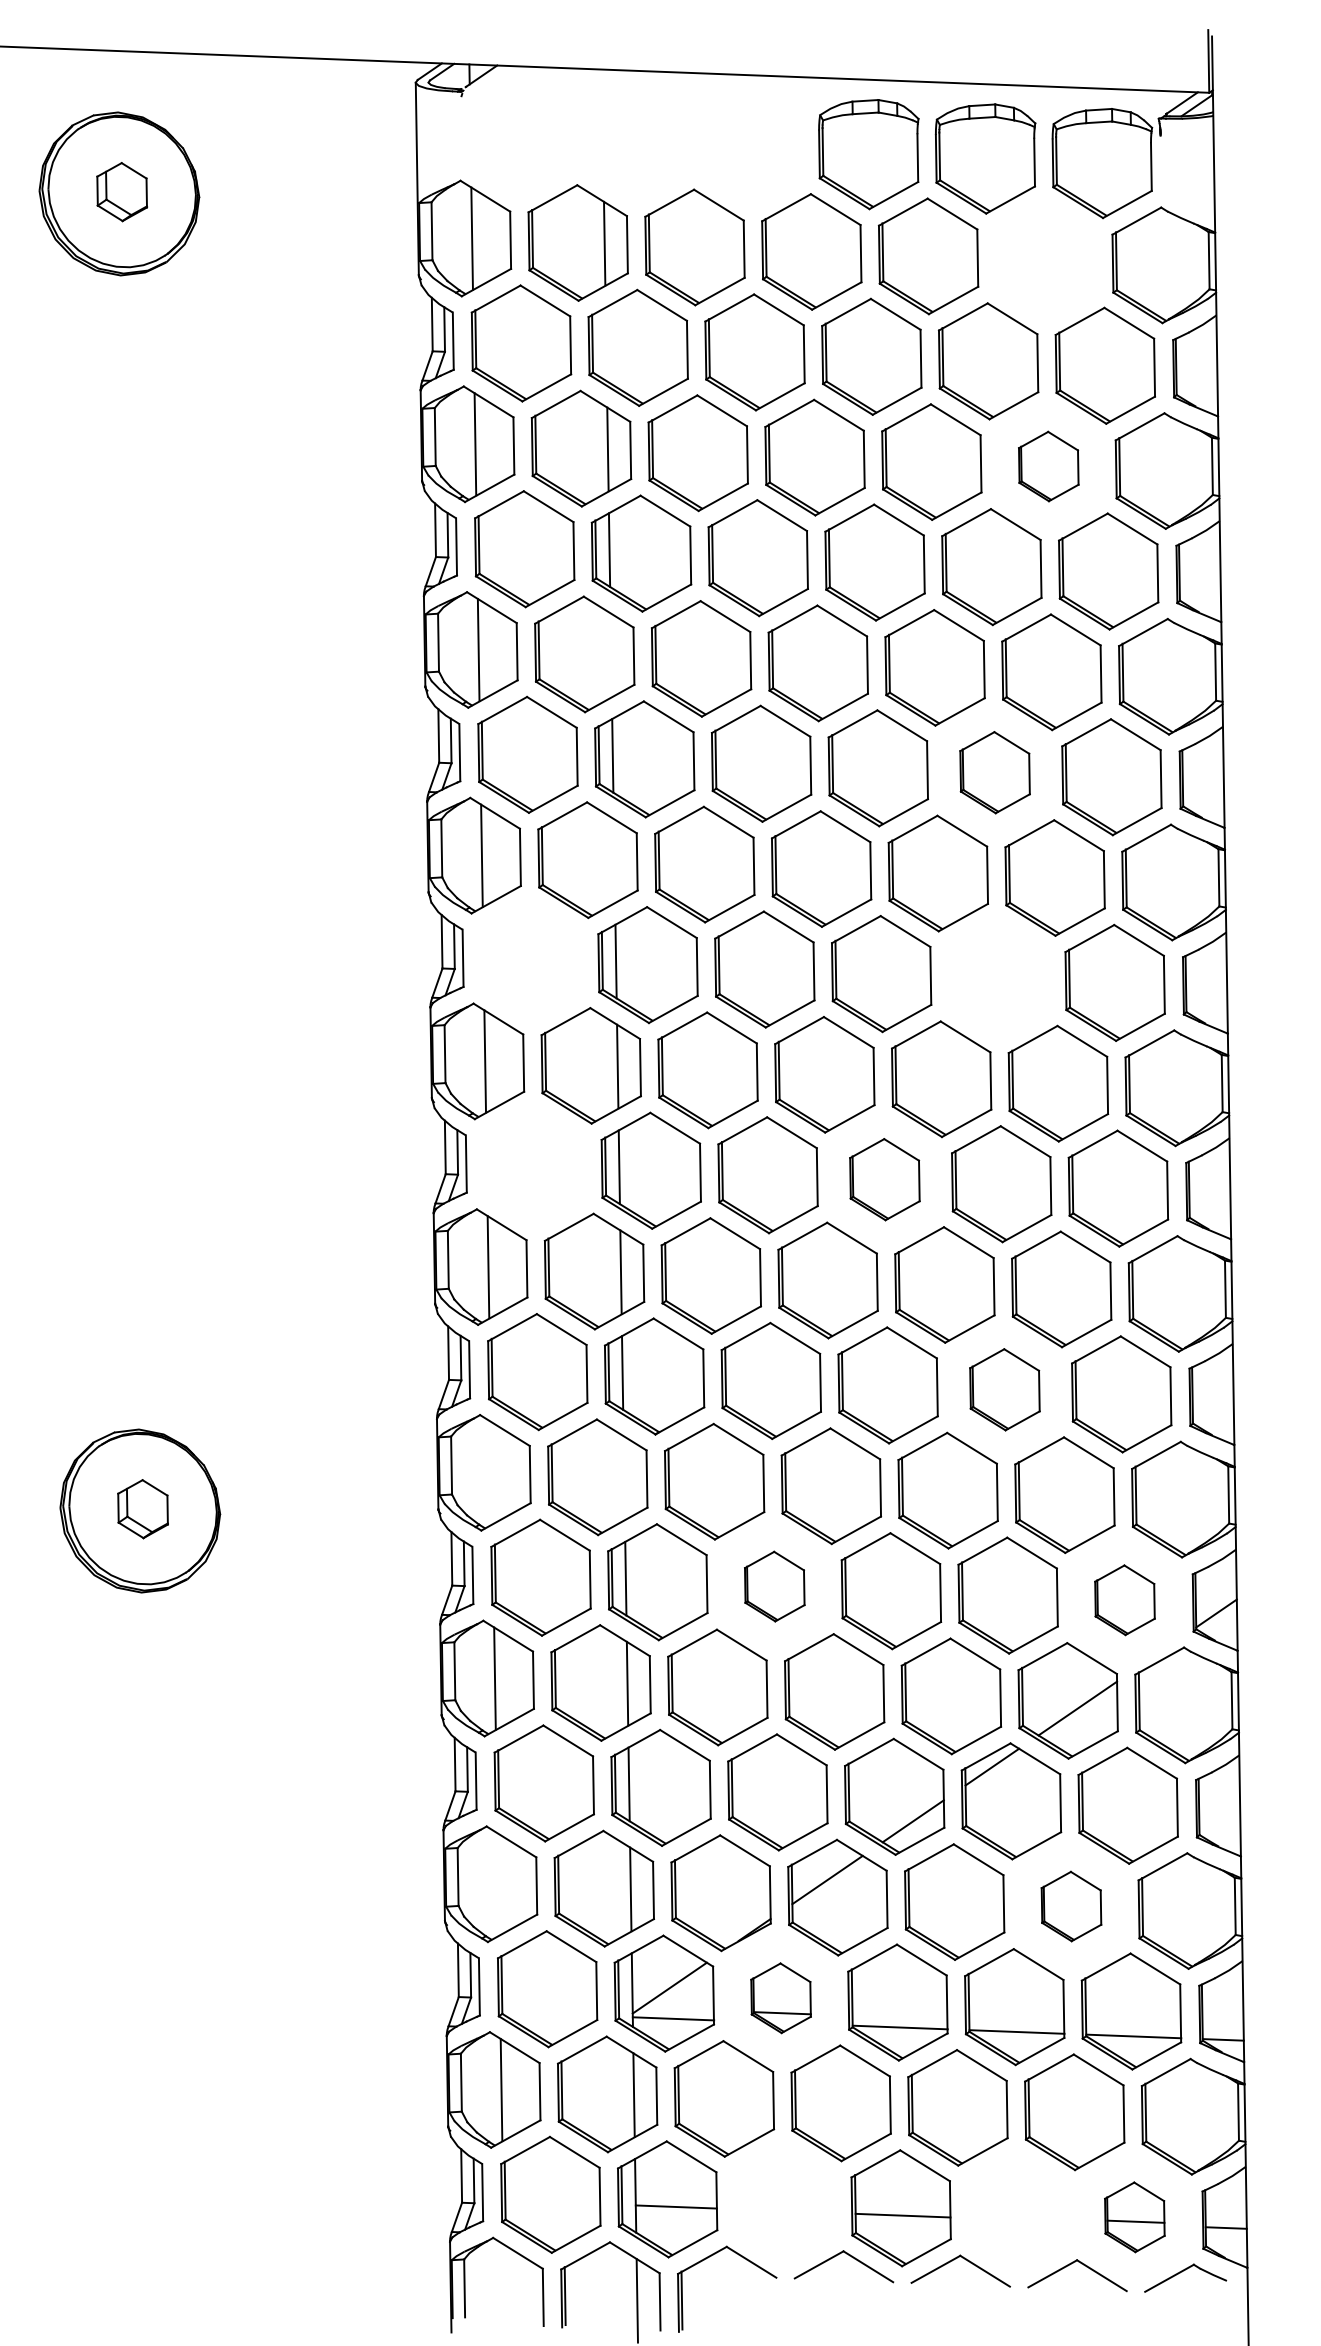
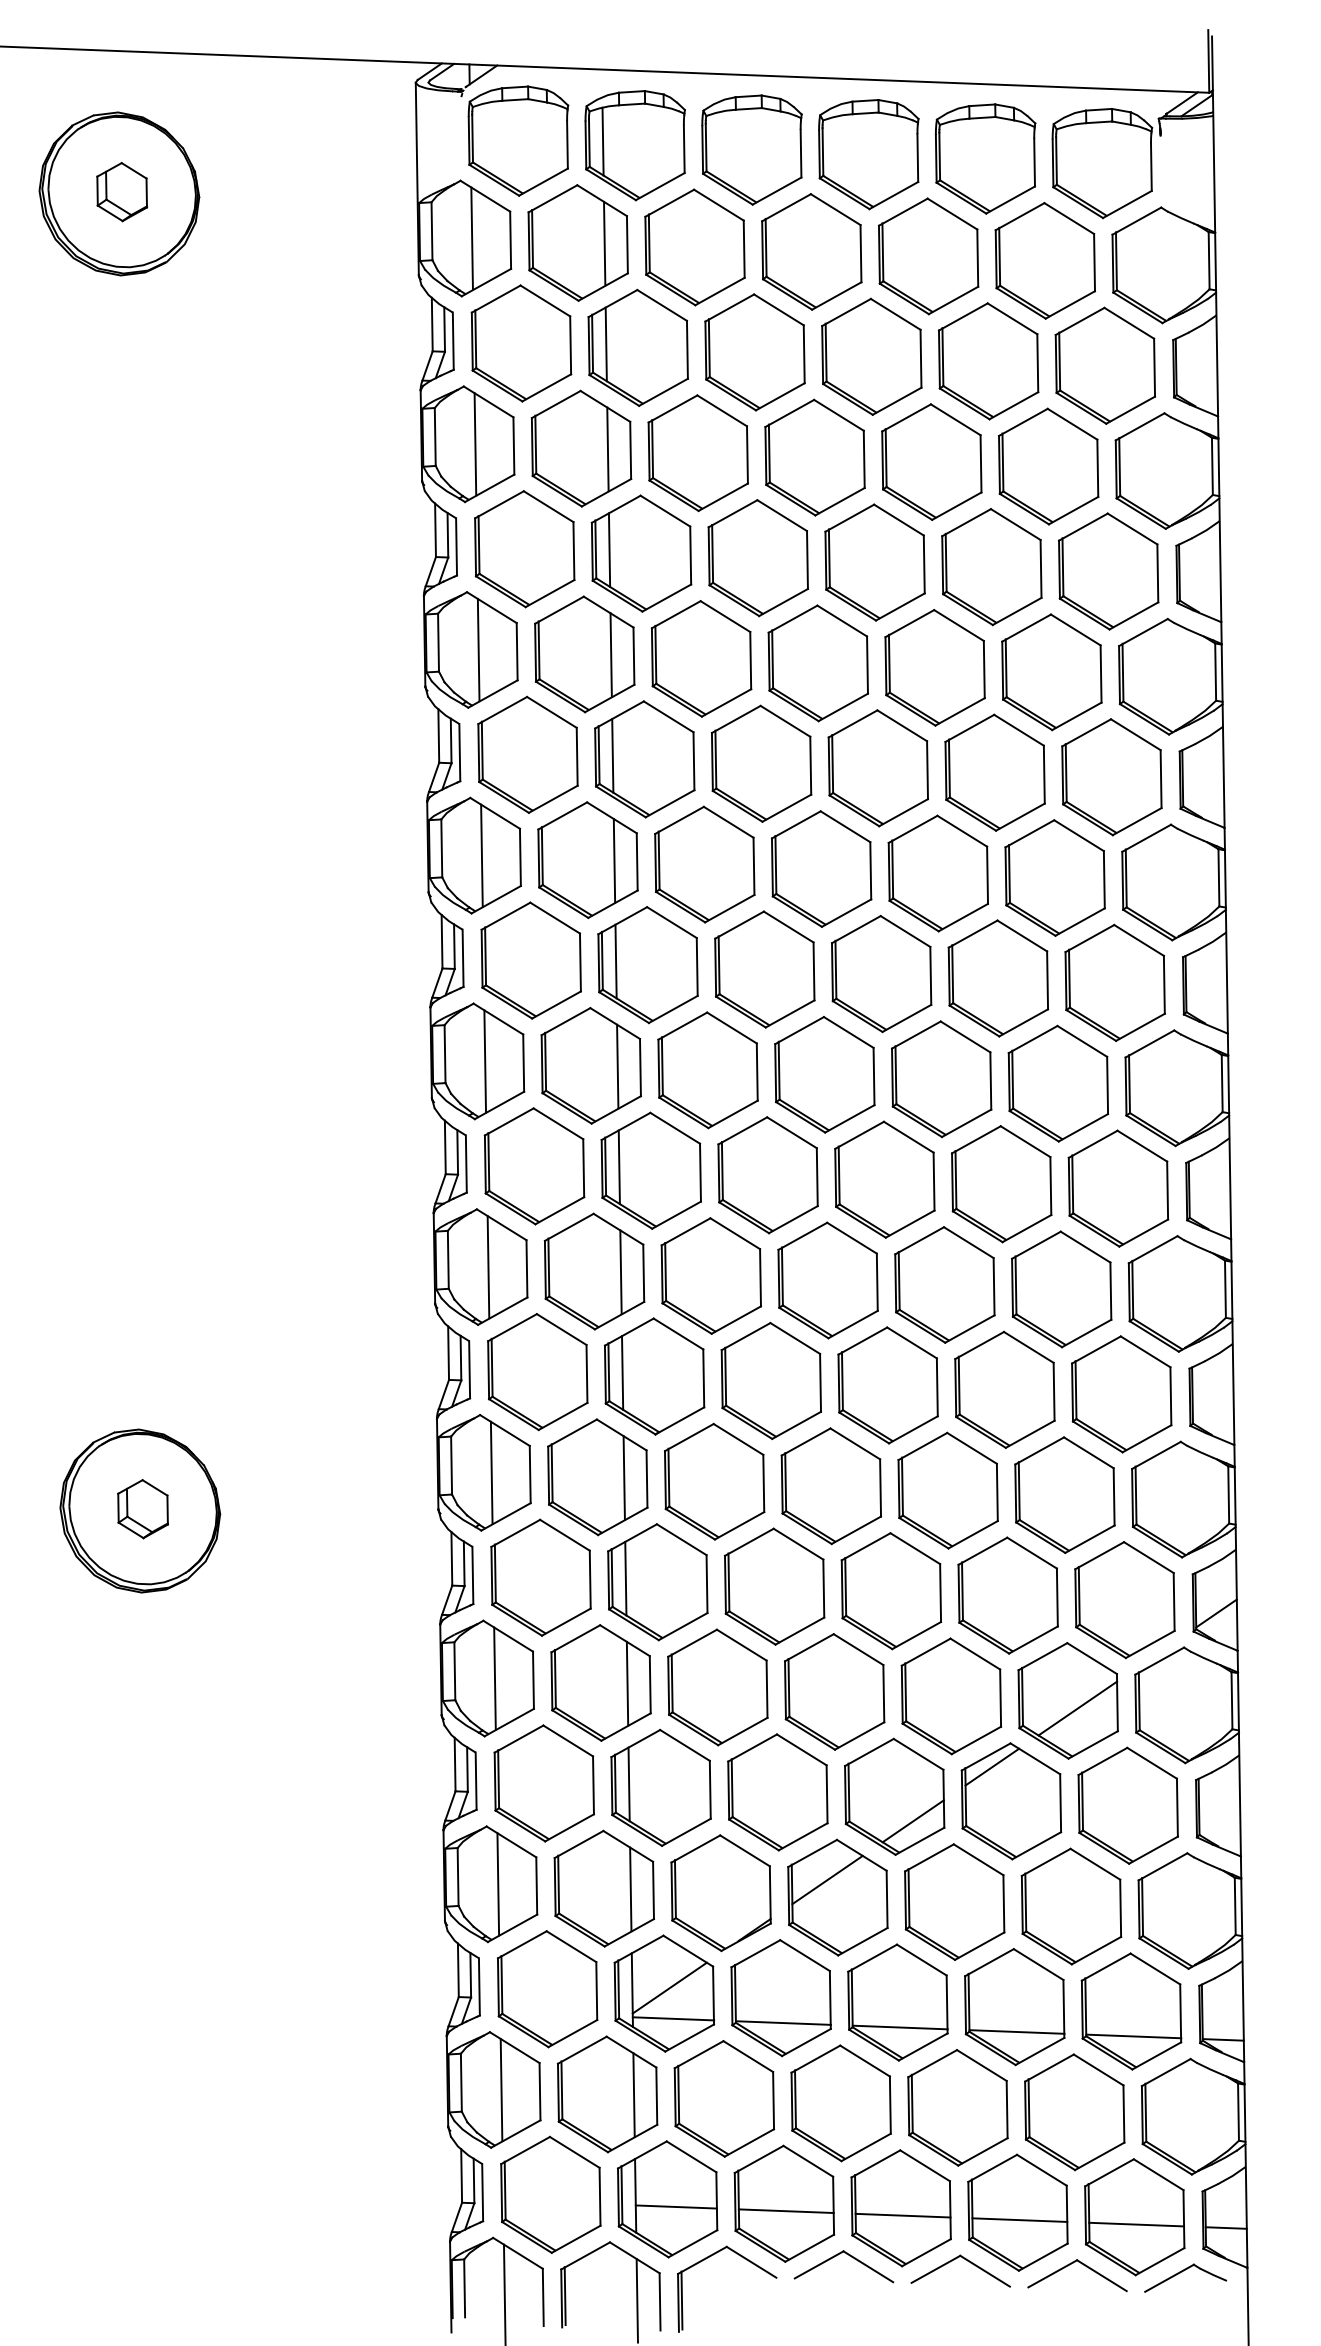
part at (518, 140): none -> present
part at (634, 145): none -> present
part at (751, 149): none -> present
part at (1044, 260): none -> present
line at (605, 344): none -> present
part at (1048, 466) size: 62x73 px -> 102x119 px
line at (610, 654): none -> present
part at (994, 772) size: 72x84 px -> 102x119 px
line at (614, 860): none -> present
part at (530, 960): none -> present
part at (998, 978): none -> present
part at (534, 1166): none -> present
part at (884, 1179) size: 72x84 px -> 102x119 px
part at (1004, 1389) size: 72x84 px -> 102x119 px
line at (491, 1472): none -> present
line at (623, 1477): none -> present
part at (774, 1586) size: 62x73 px -> 102x119 px
part at (1124, 1600) size: 62x73 px -> 102x119 px
line at (498, 1884): none -> present
part at (1071, 1906) size: 63x73 px -> 103x119 px
part at (780, 1998) size: 62x73 px -> 102x119 px
part at (783, 2203): none -> present
part at (1017, 2212): none -> present
part at (1134, 2217) size: 62x73 px -> 102x119 px
line at (504, 2293): none -> present
